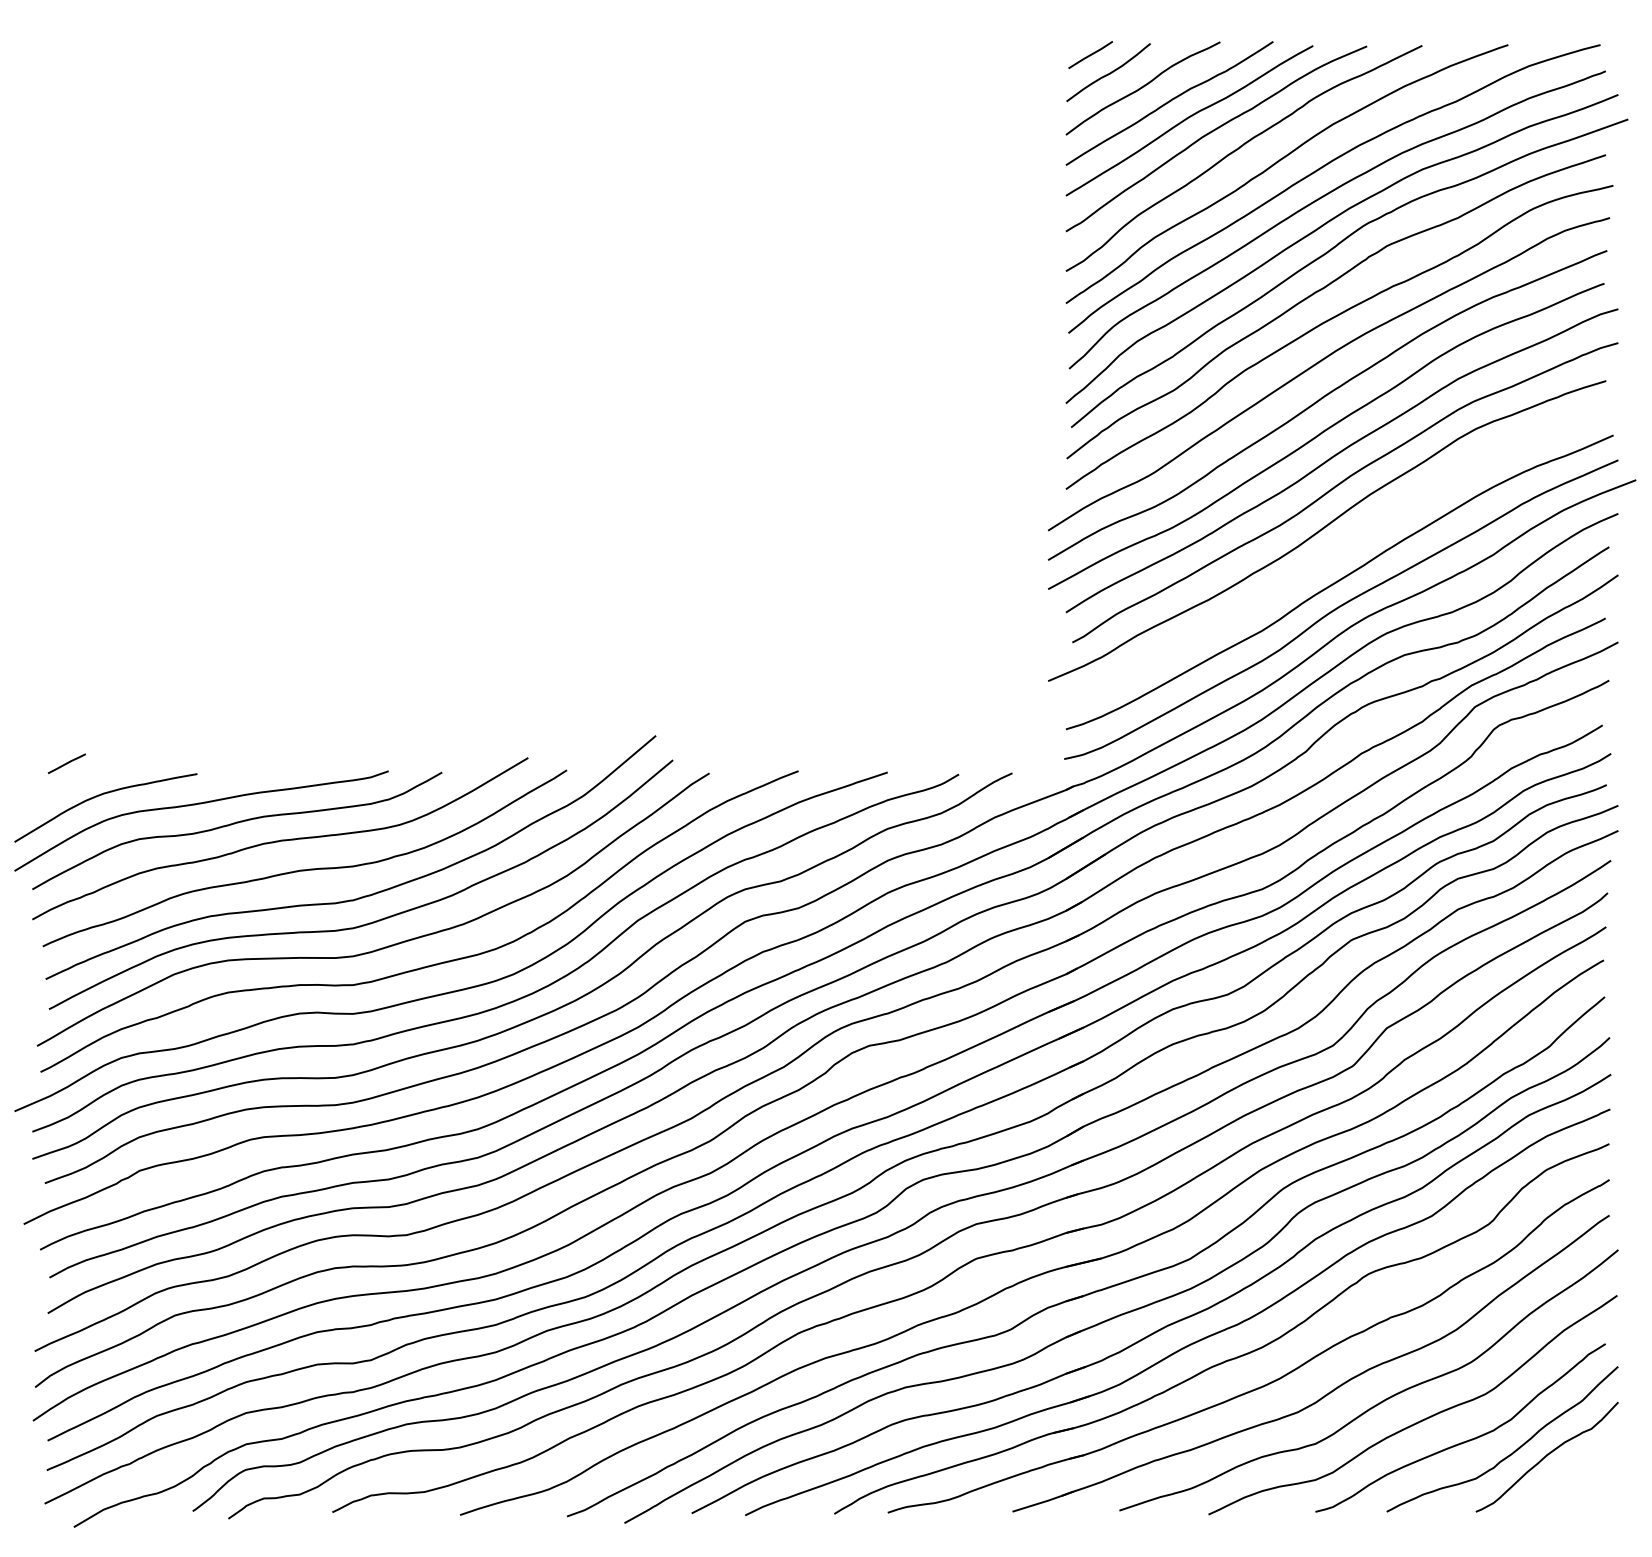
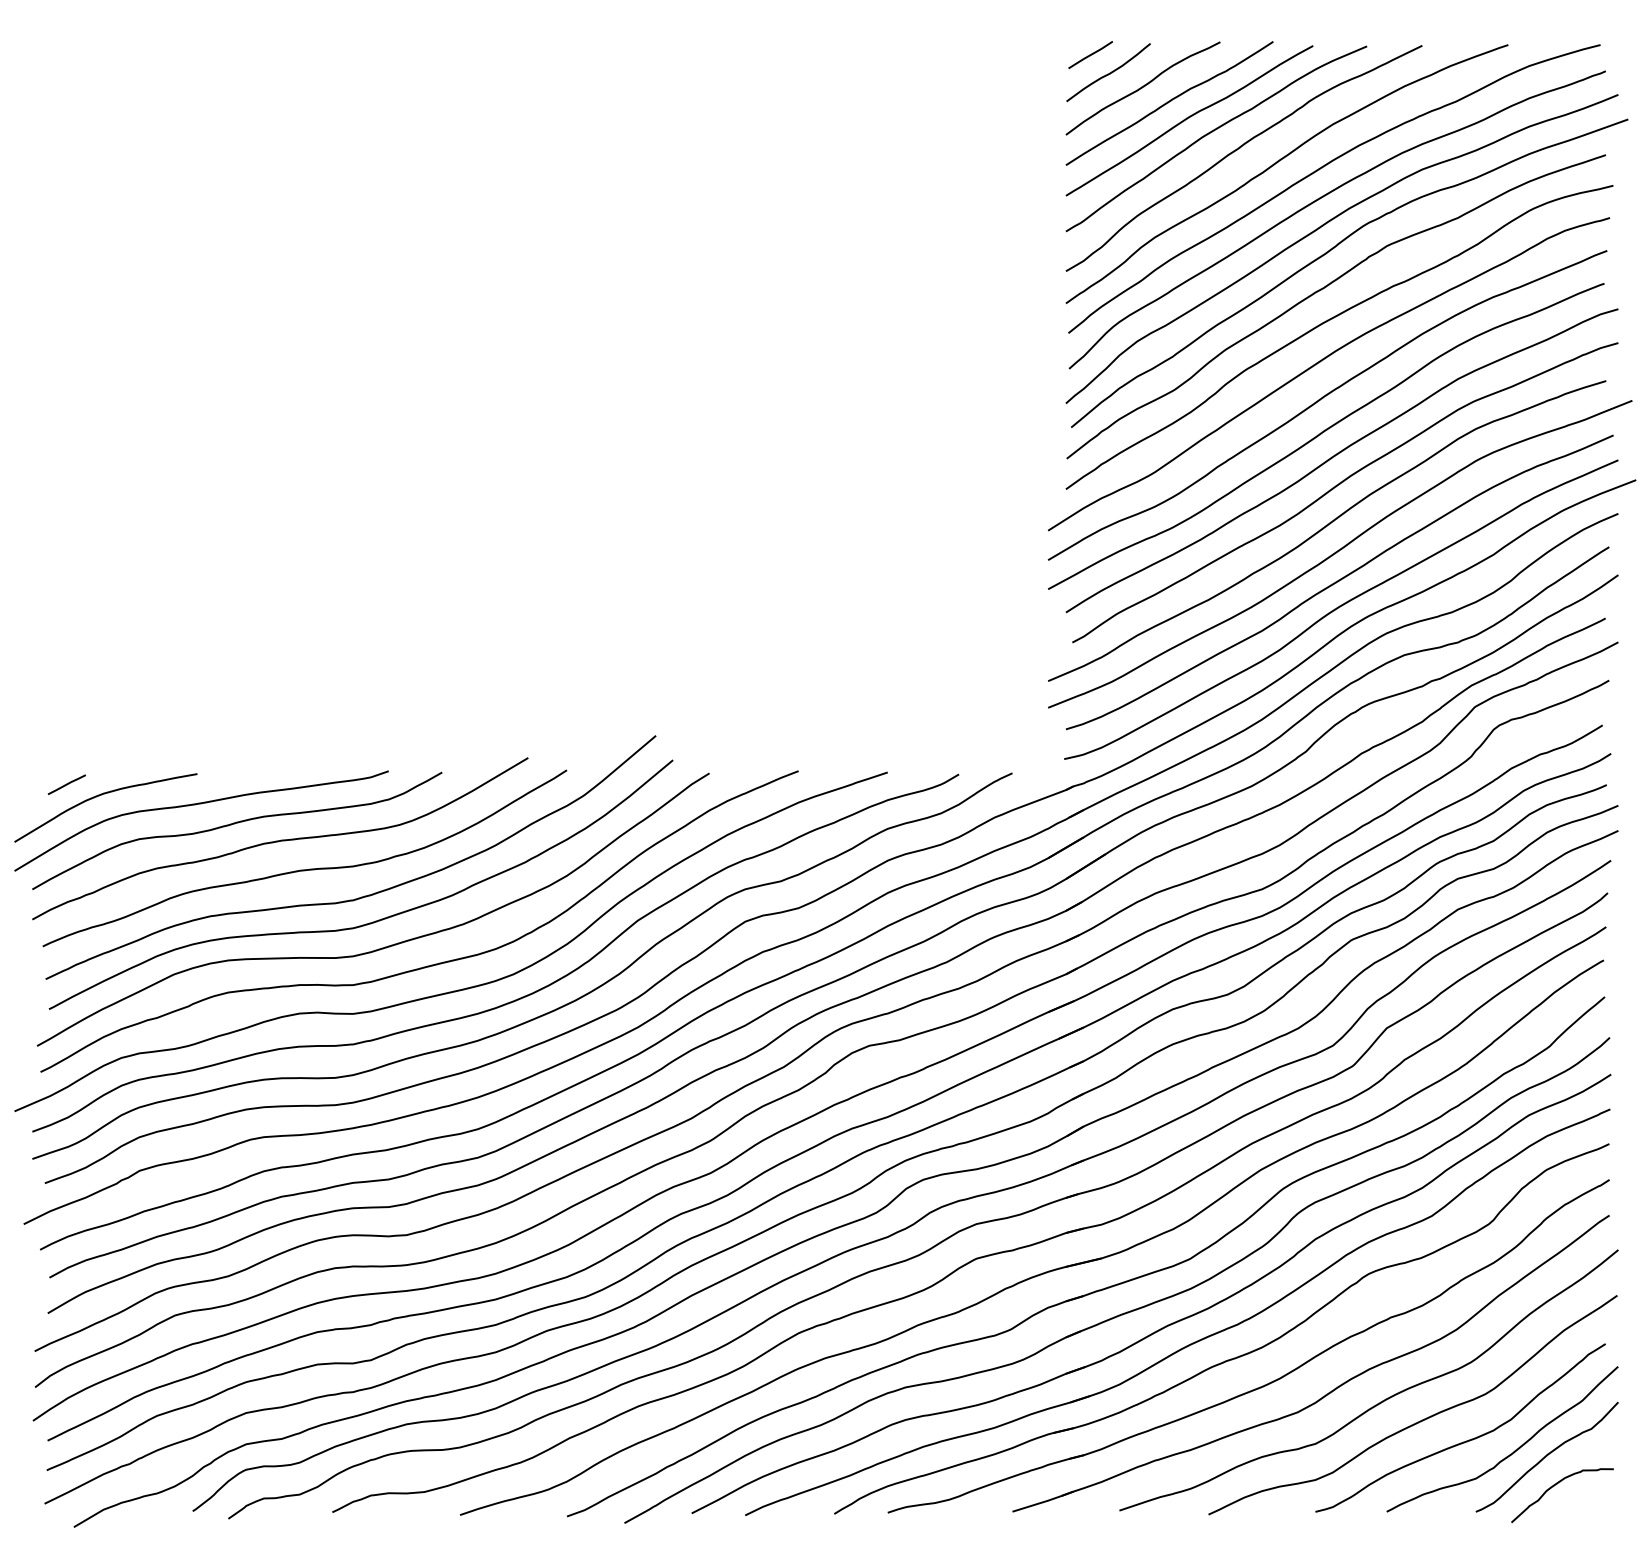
curve at (1338, 552): none -> present
line at (66, 763) position: (66, 763) -> (66, 784)
curve at (1554, 1486): none -> present
